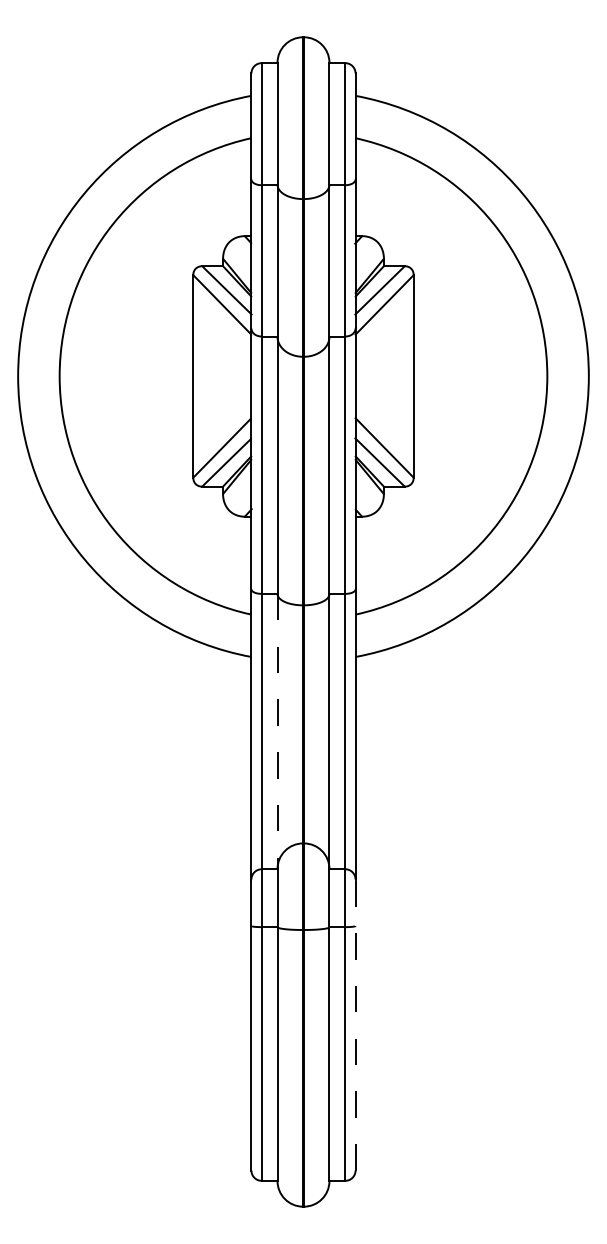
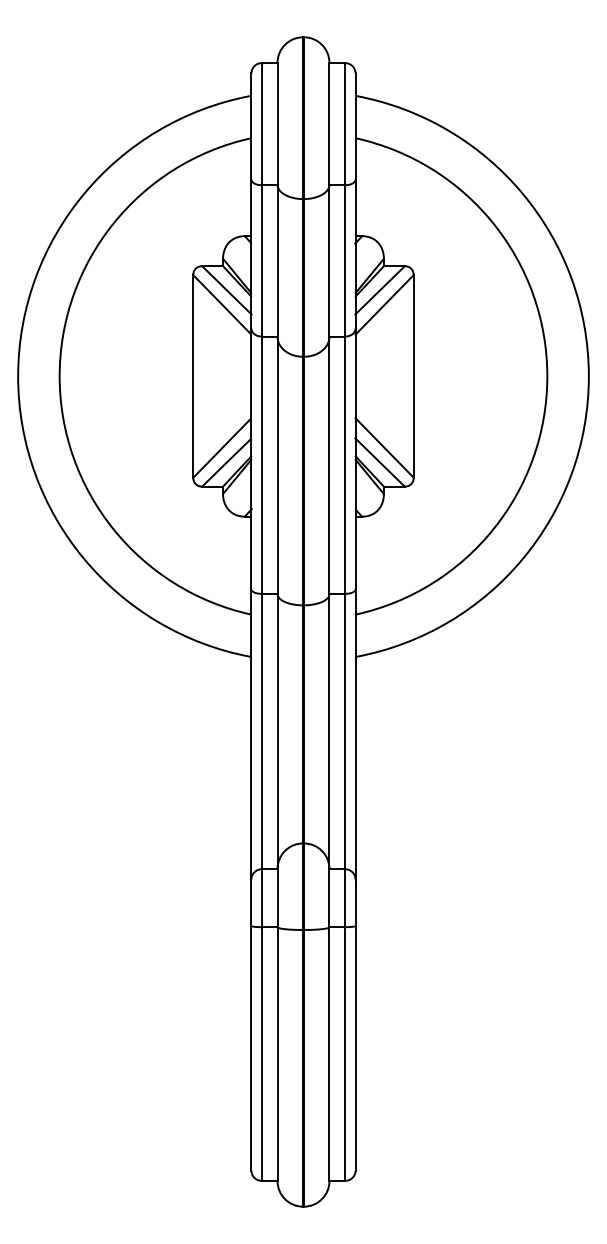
line at (277, 732): dashed -> solid
line at (355, 1025): dashed -> solid
